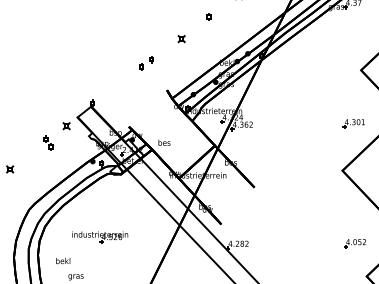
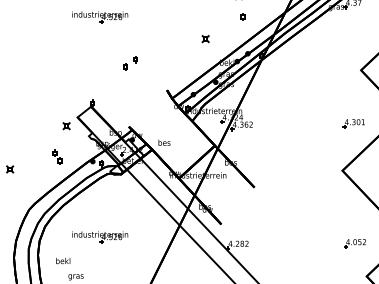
part at (208, 16) position: (208, 16) -> (242, 16)
part at (100, 17): none -> present
part at (181, 39) position: (181, 39) -> (205, 39)
part at (146, 63) position: (146, 63) -> (130, 63)
part at (48, 142) position: (48, 142) -> (57, 156)
